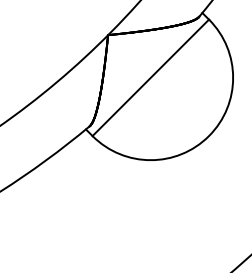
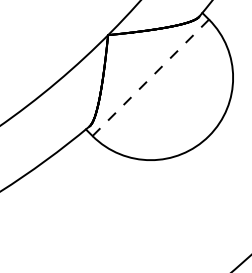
line at (151, 77): solid -> dashed
